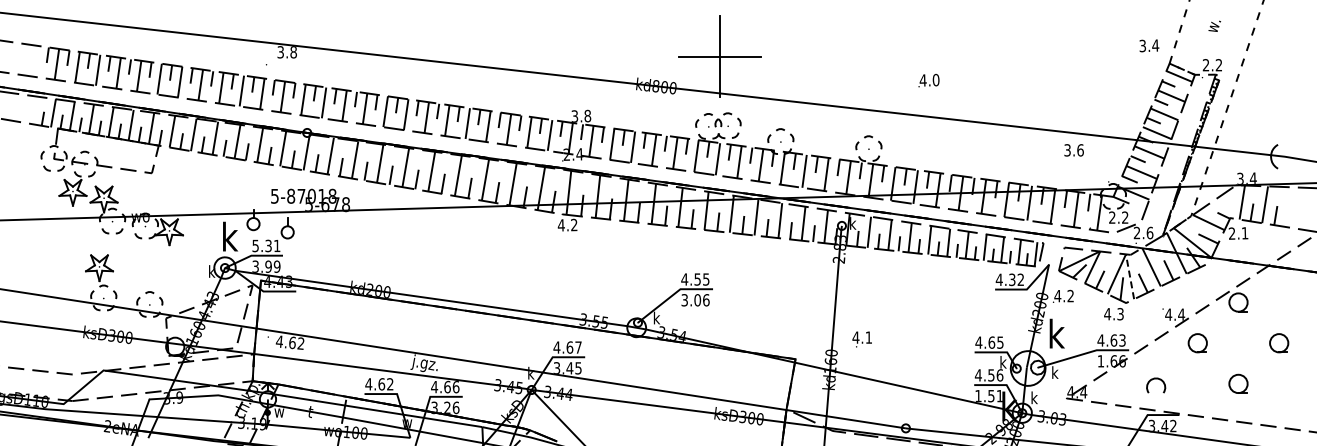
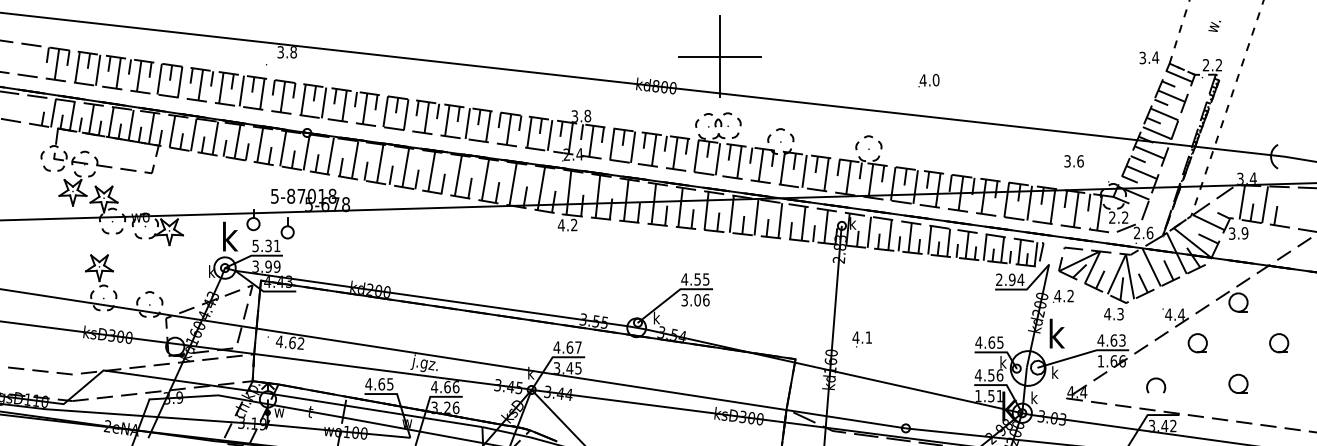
text at (1149, 45) position: (1149, 45) -> (1149, 57)
text at (1073, 150) position: (1073, 150) -> (1073, 161)
text at (1238, 233): 2.1 -> 3.9
line at (1130, 276): dashed -> solid
text at (1009, 279): 4.32 -> 2.94
text at (390, 384): 4.62 -> 4.65
